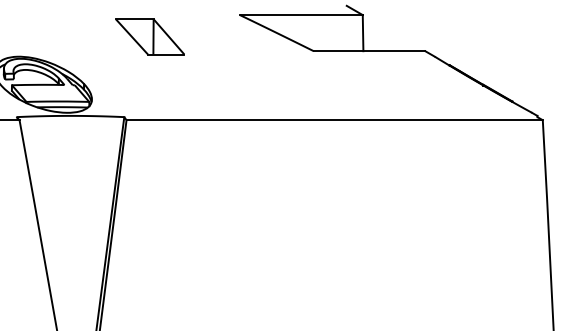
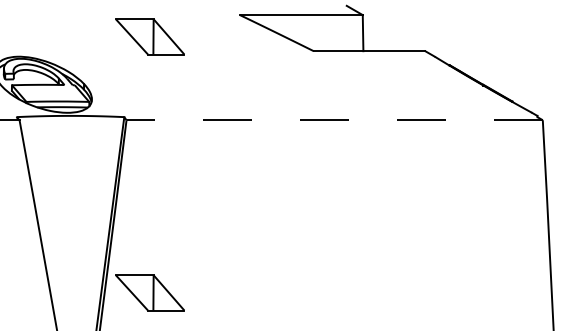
line at (334, 120): solid -> dashed
part at (149, 292): none -> present
